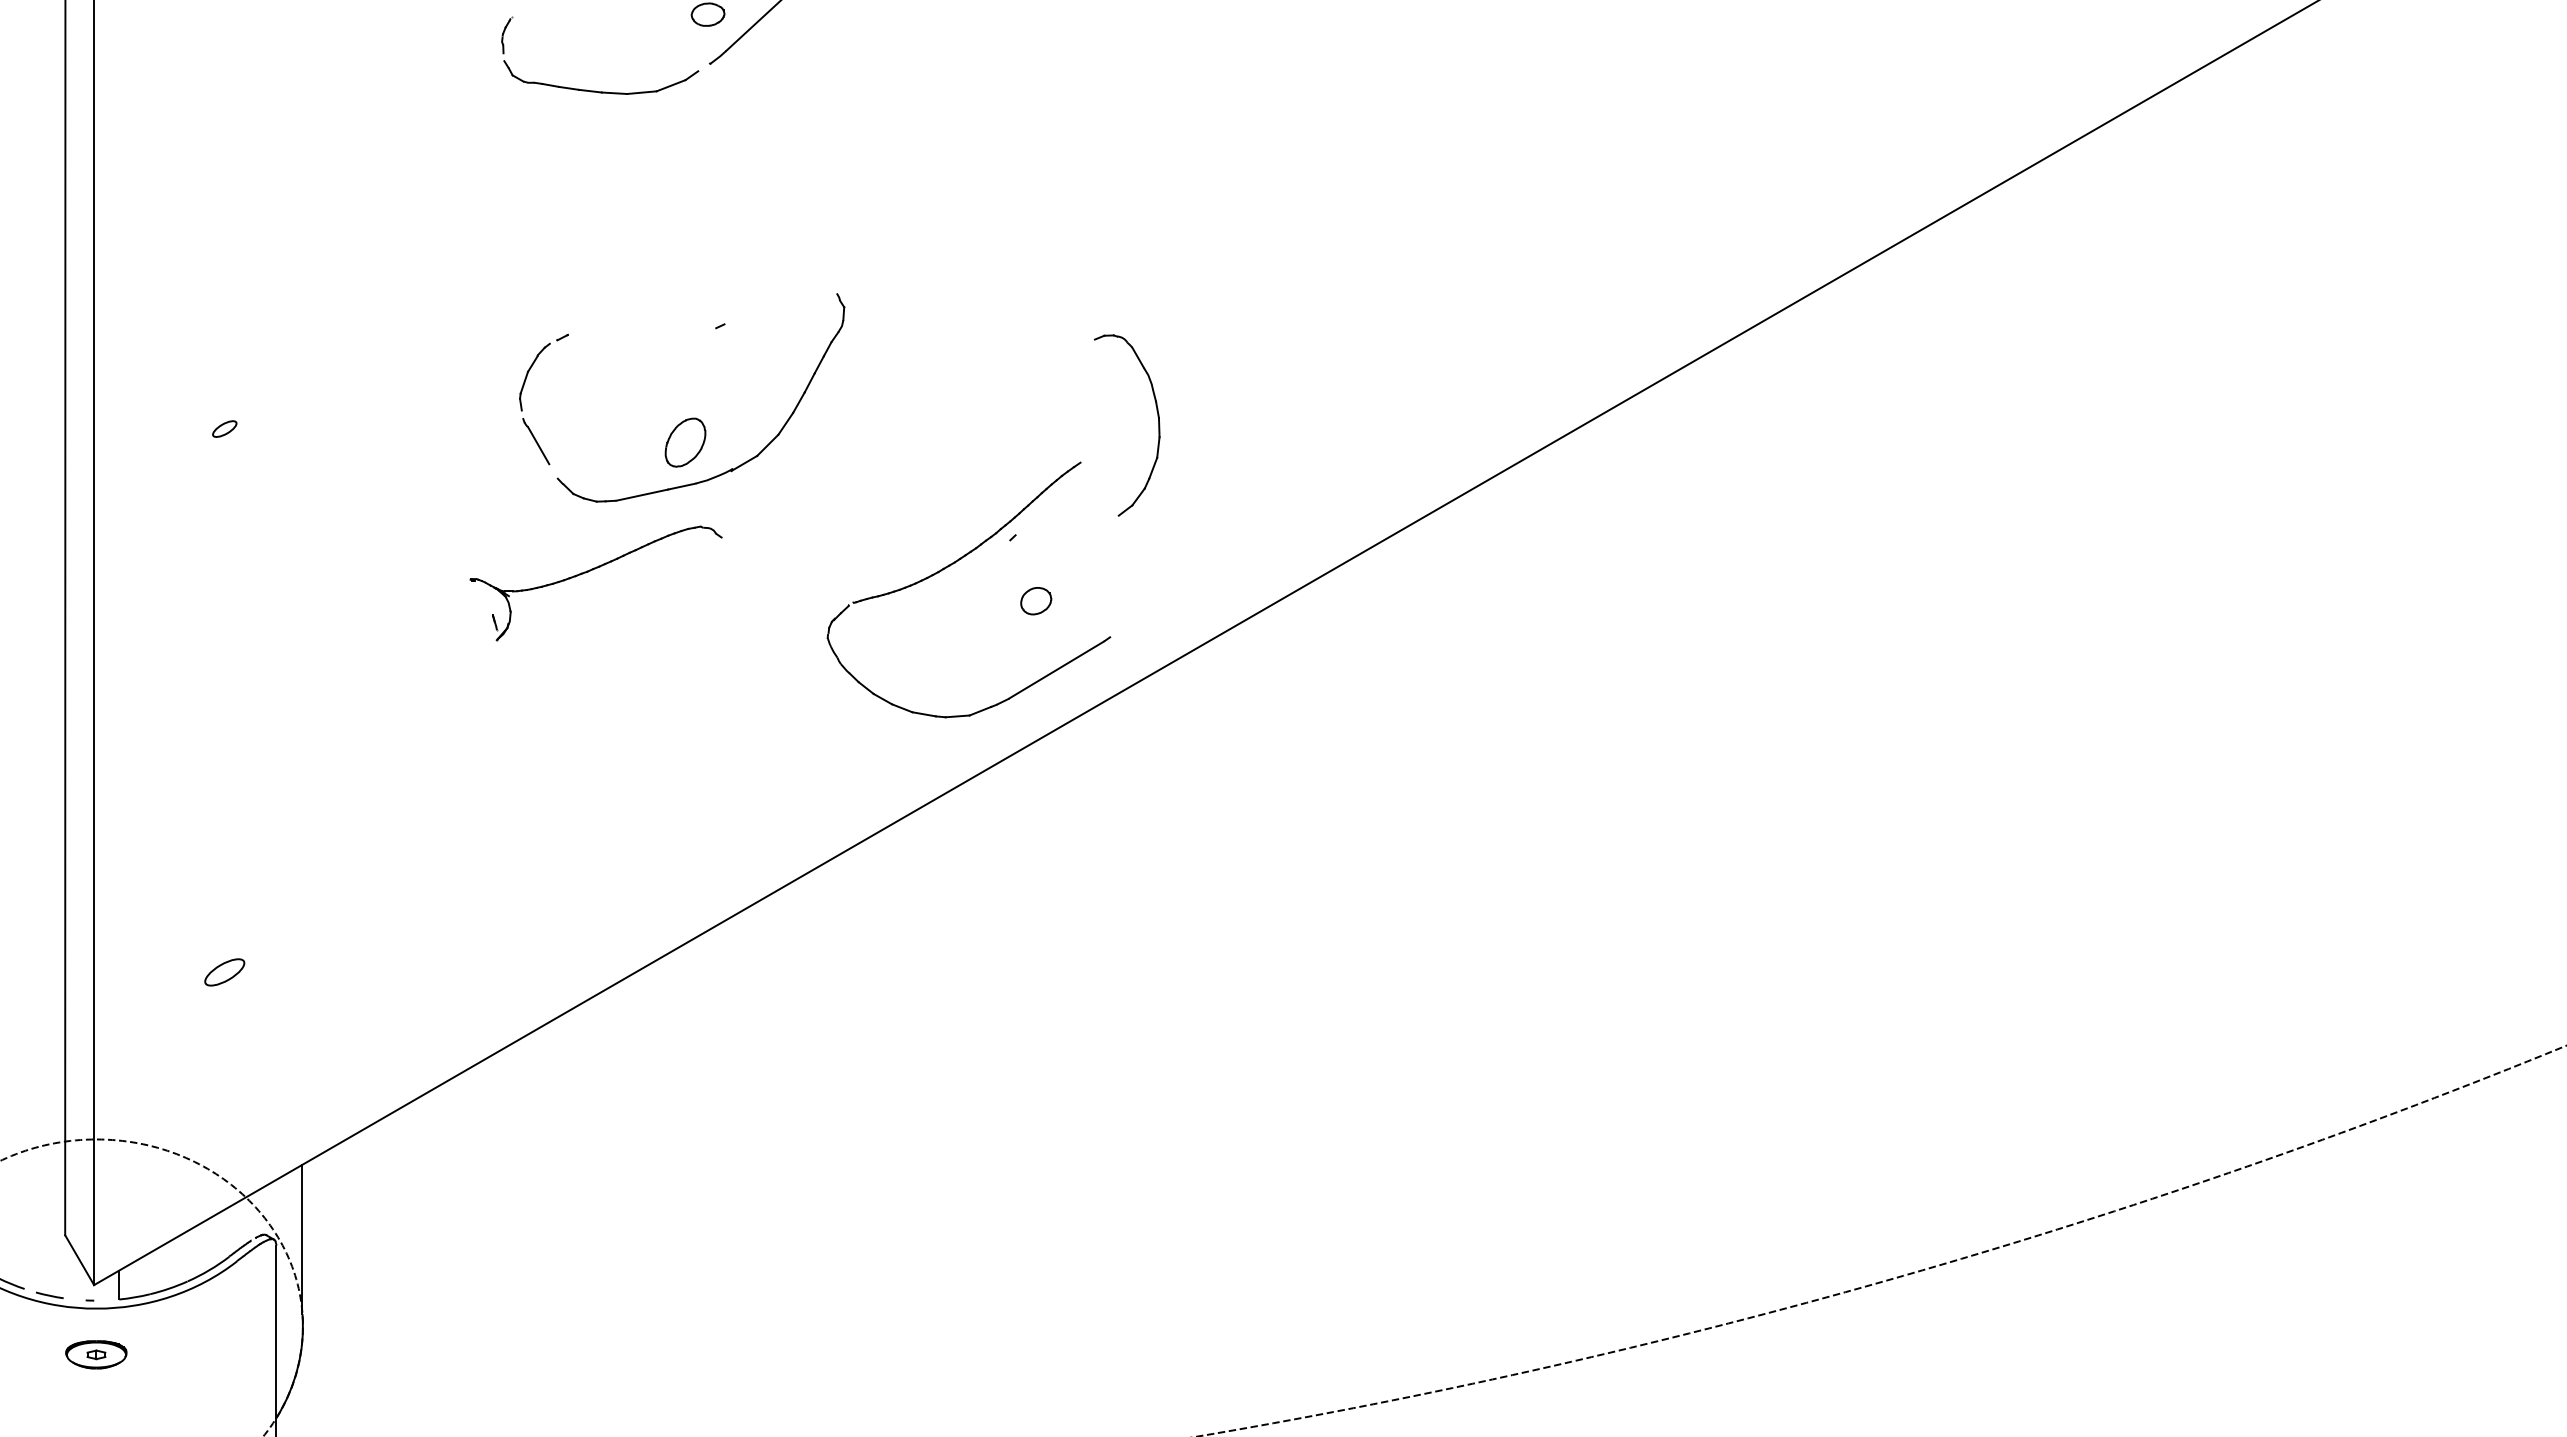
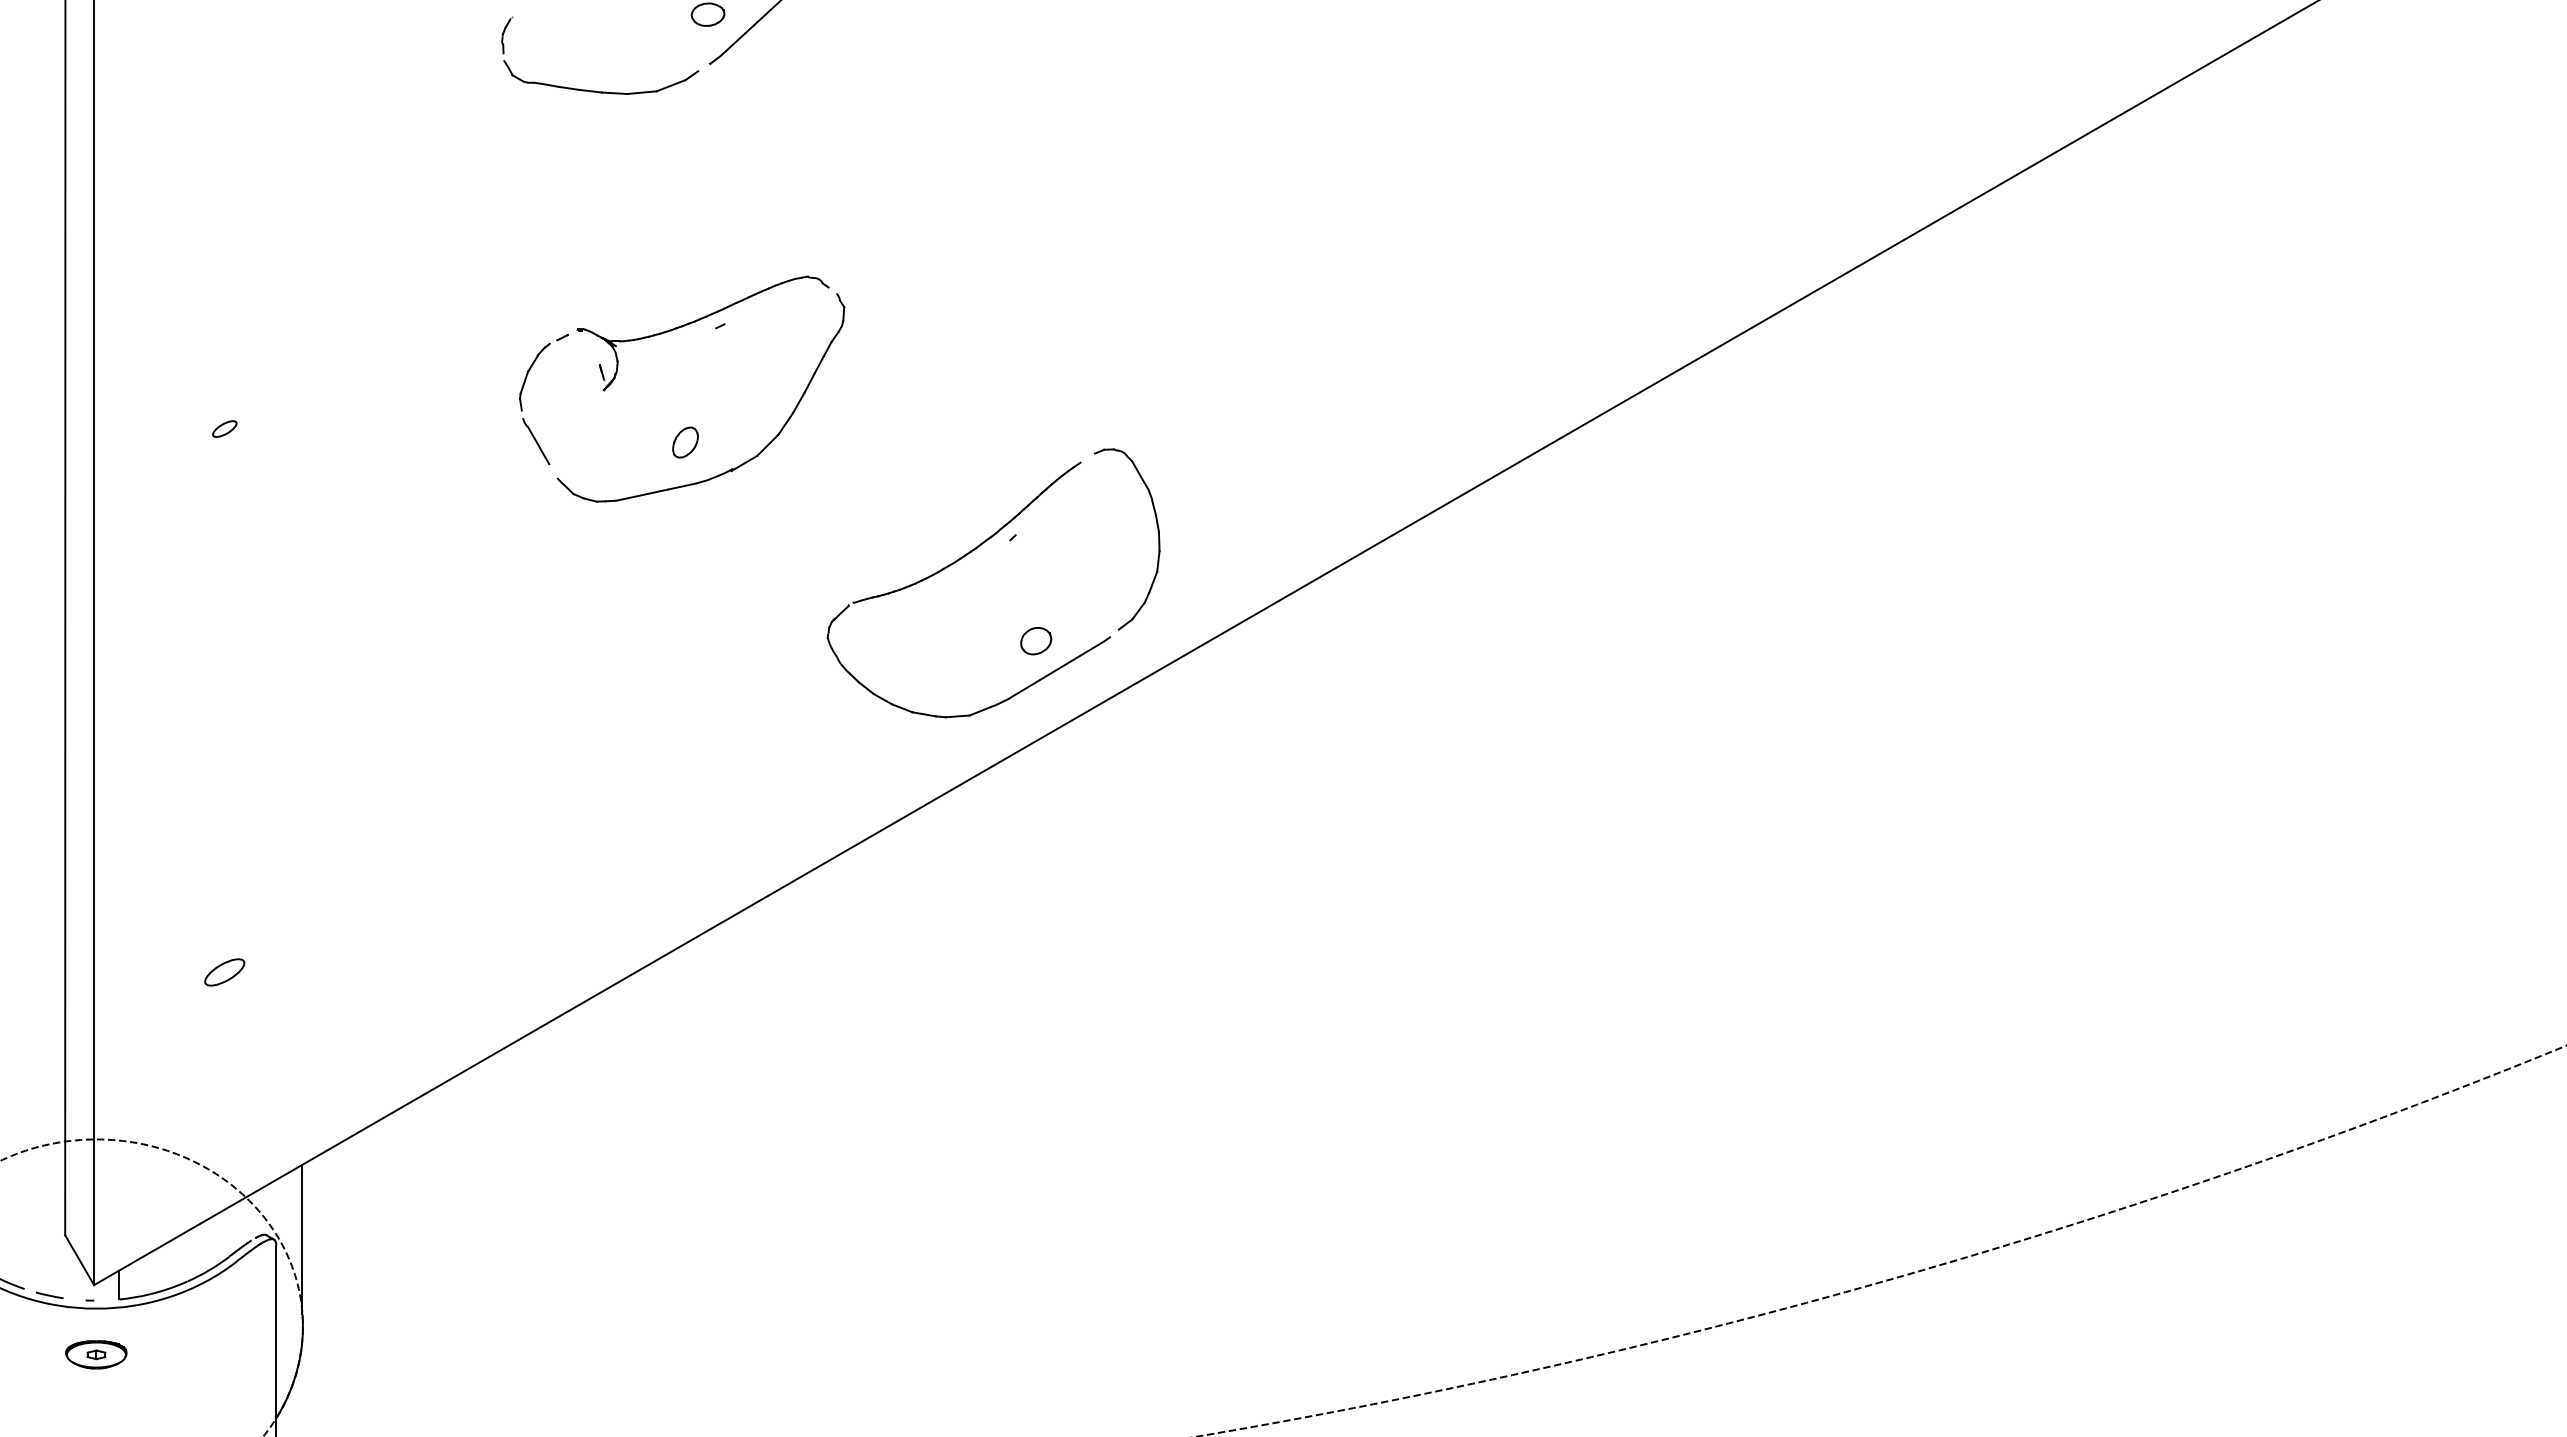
part at (1158, 425) position: (1158, 425) -> (1158, 539)
part at (685, 442) size: 43x51 px -> 27x33 px
part at (590, 571) position: (590, 571) -> (697, 321)
part at (1036, 601) position: (1036, 601) -> (1036, 641)
